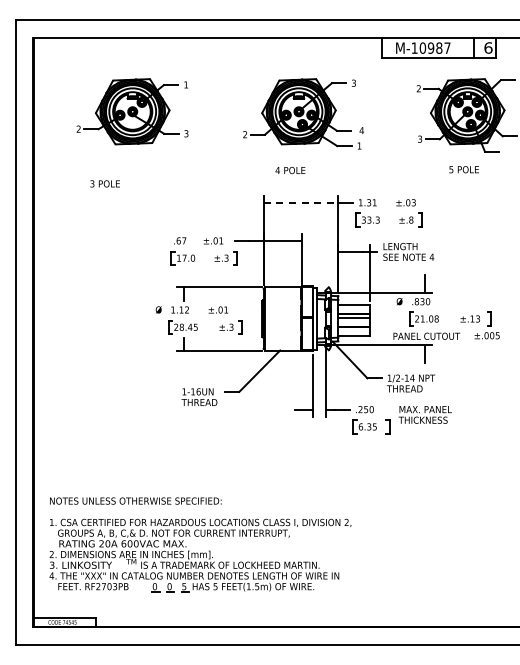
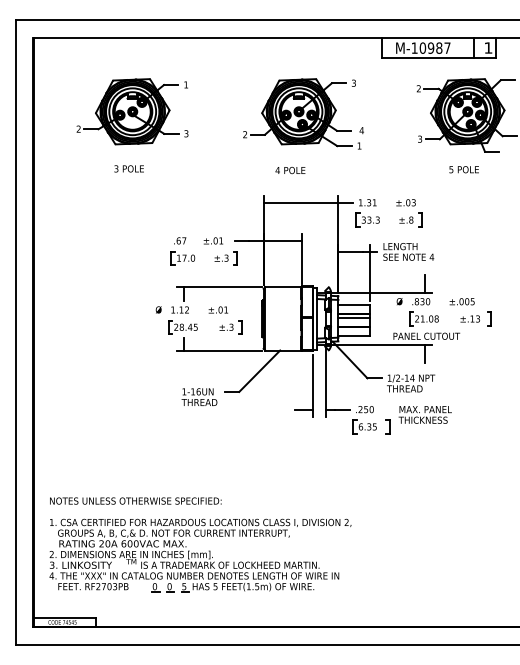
text at (488, 47): 6 -> 1
text at (104, 183) position: (104, 183) -> (128, 168)
line at (301, 202): dashed -> solid
text at (486, 335) position: (486, 335) -> (461, 301)
